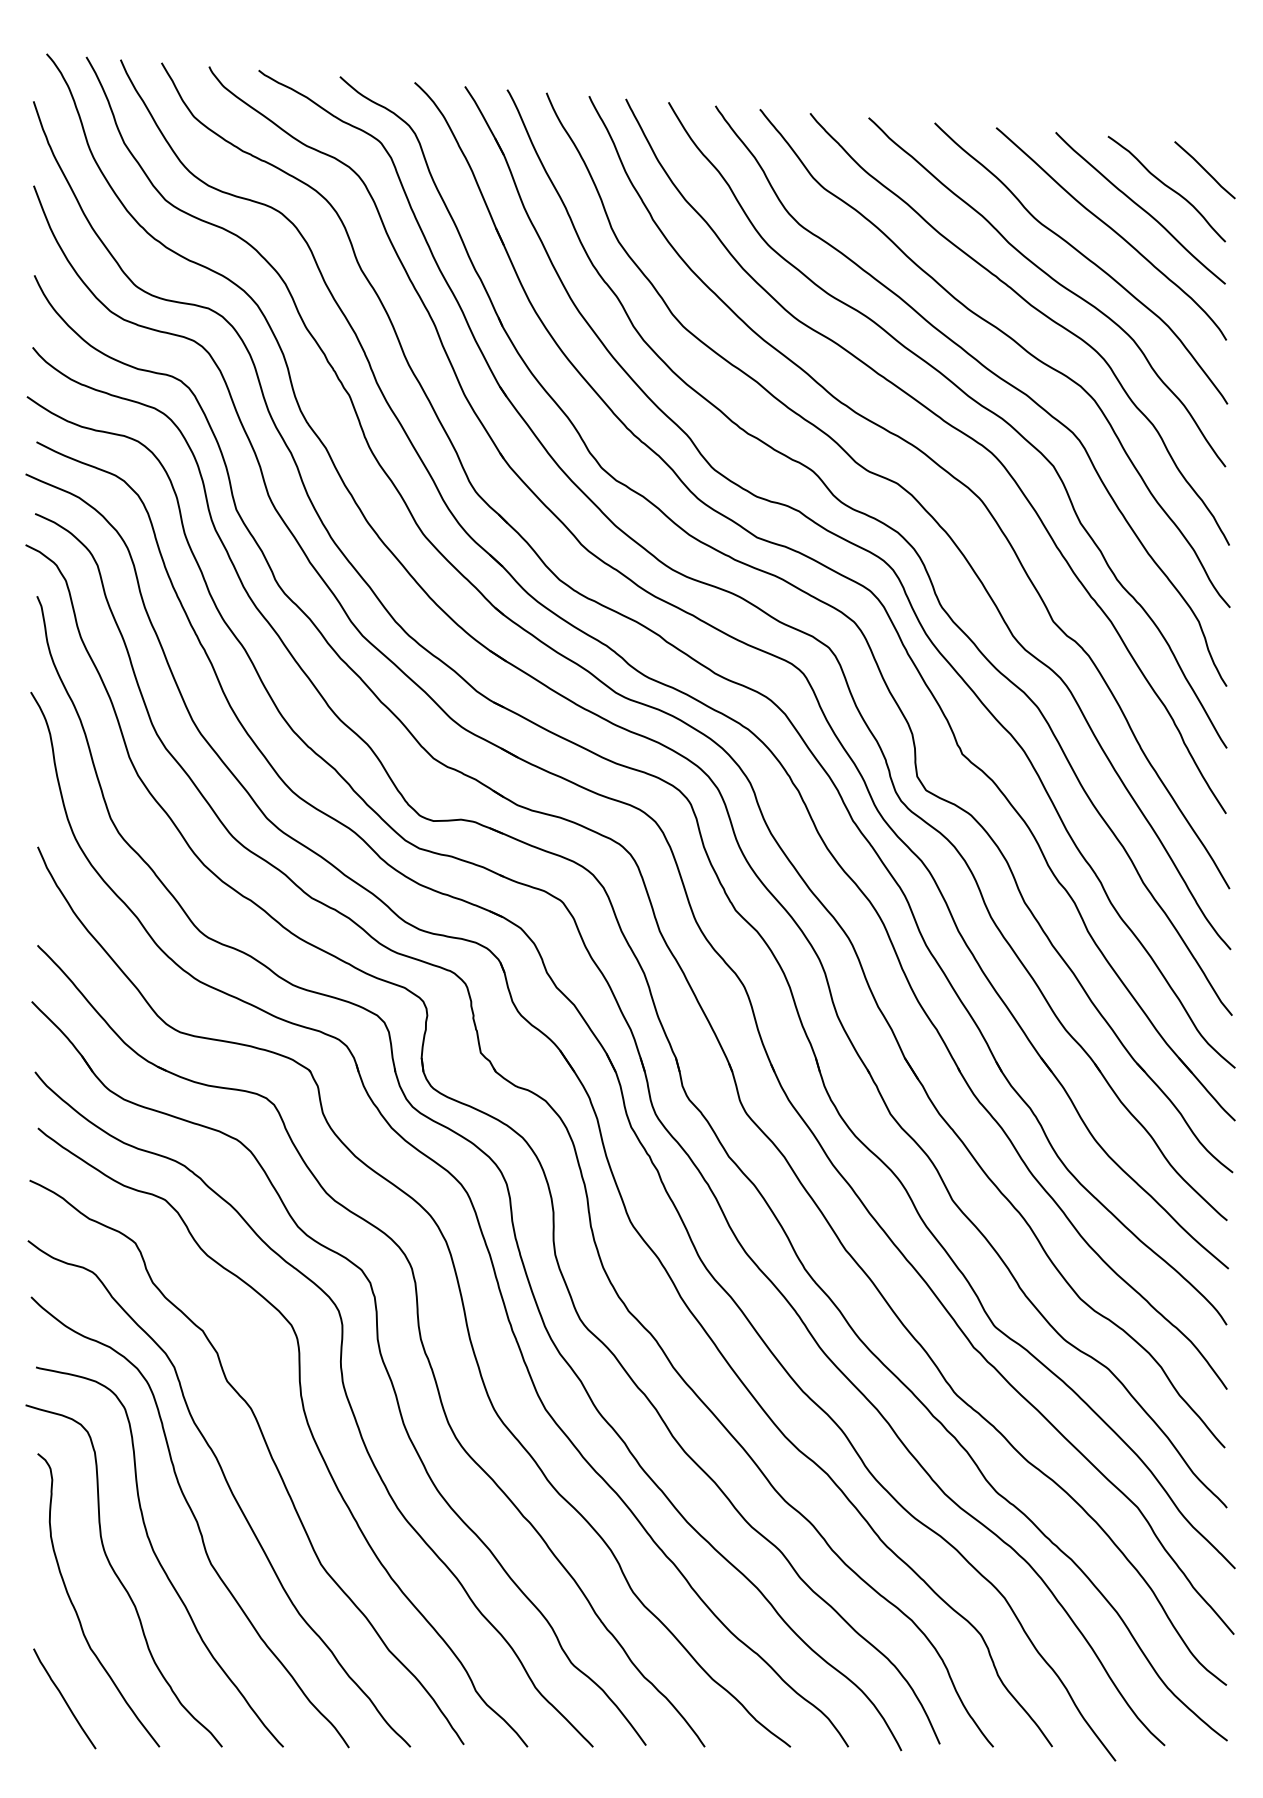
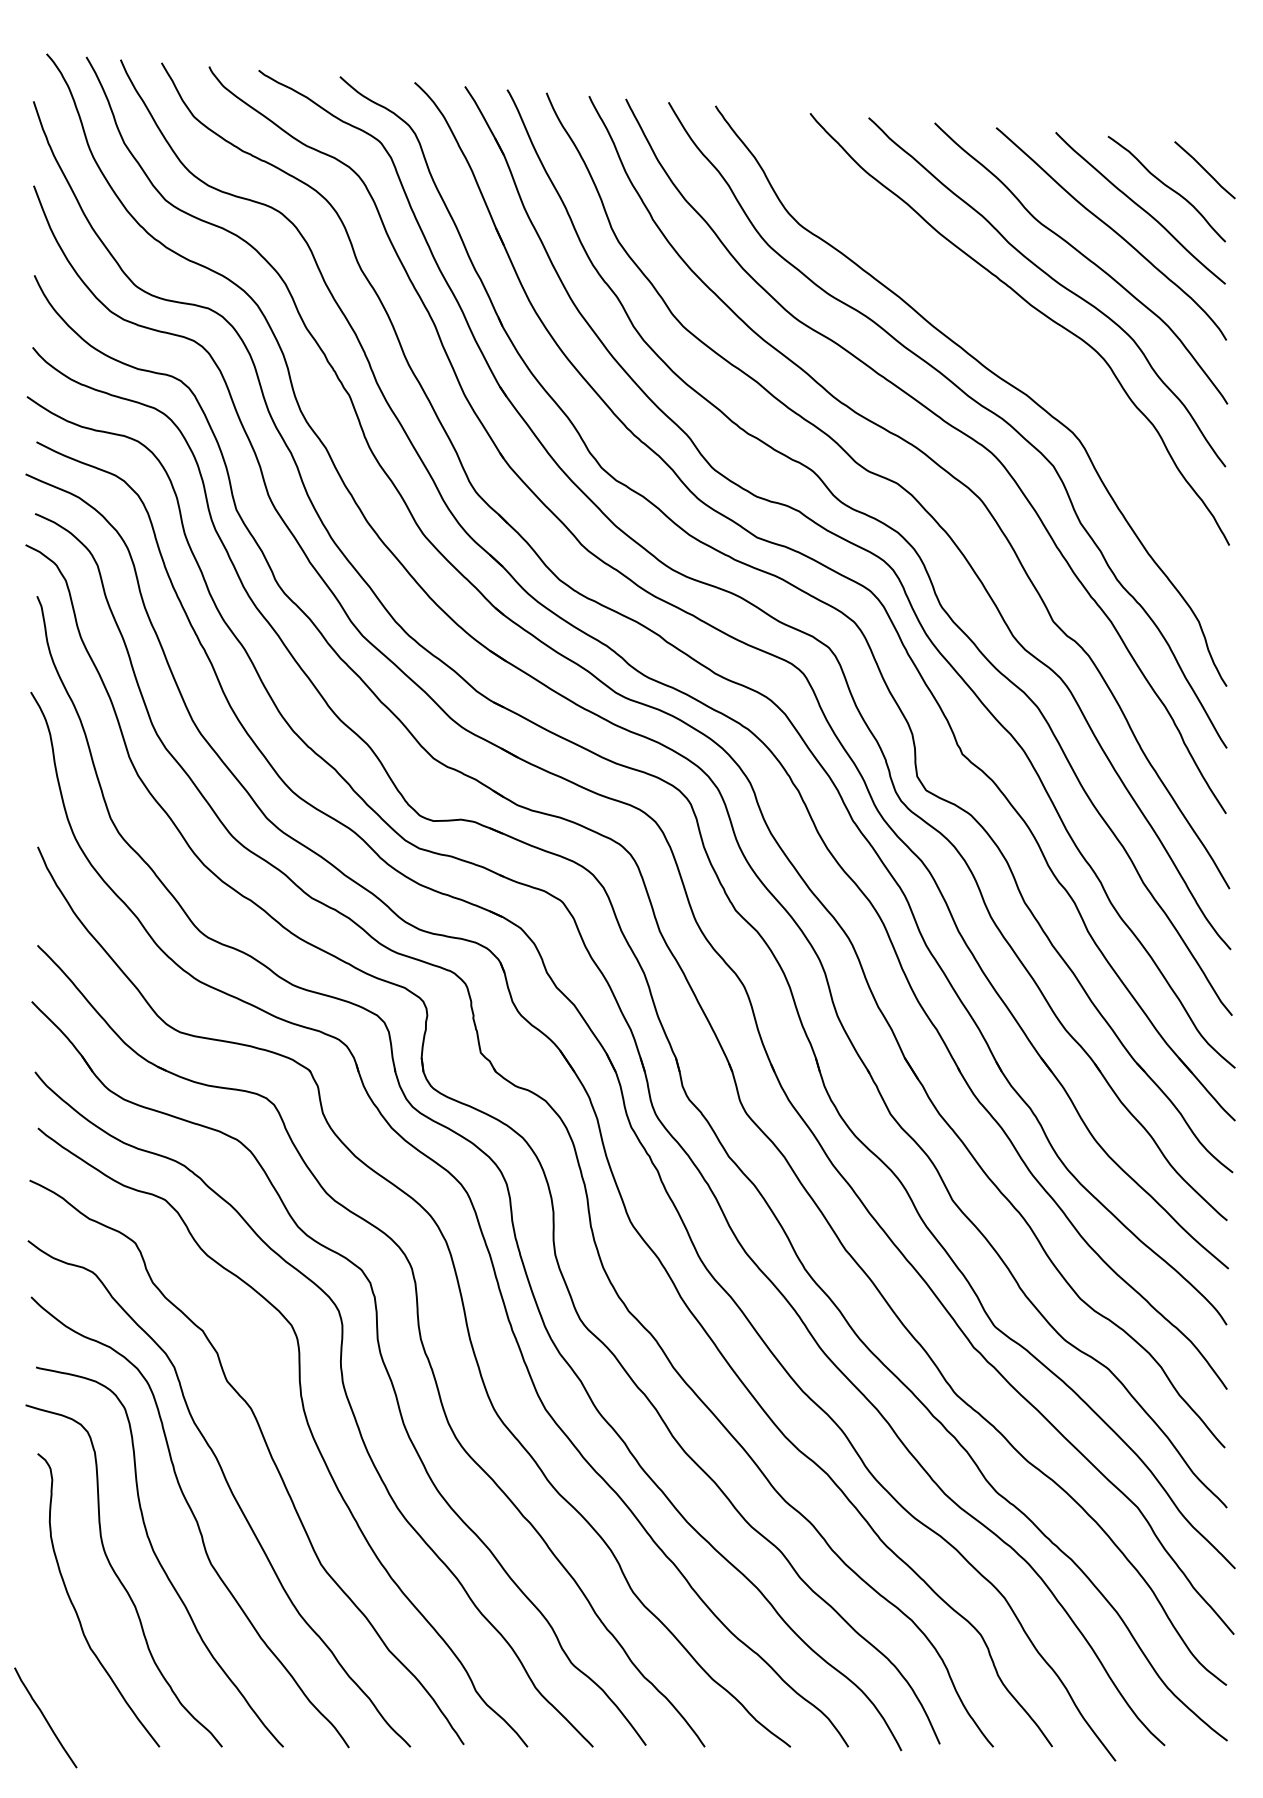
curve at (1009, 338): present -> none
curve at (64, 1698) position: (64, 1698) -> (45, 1717)
